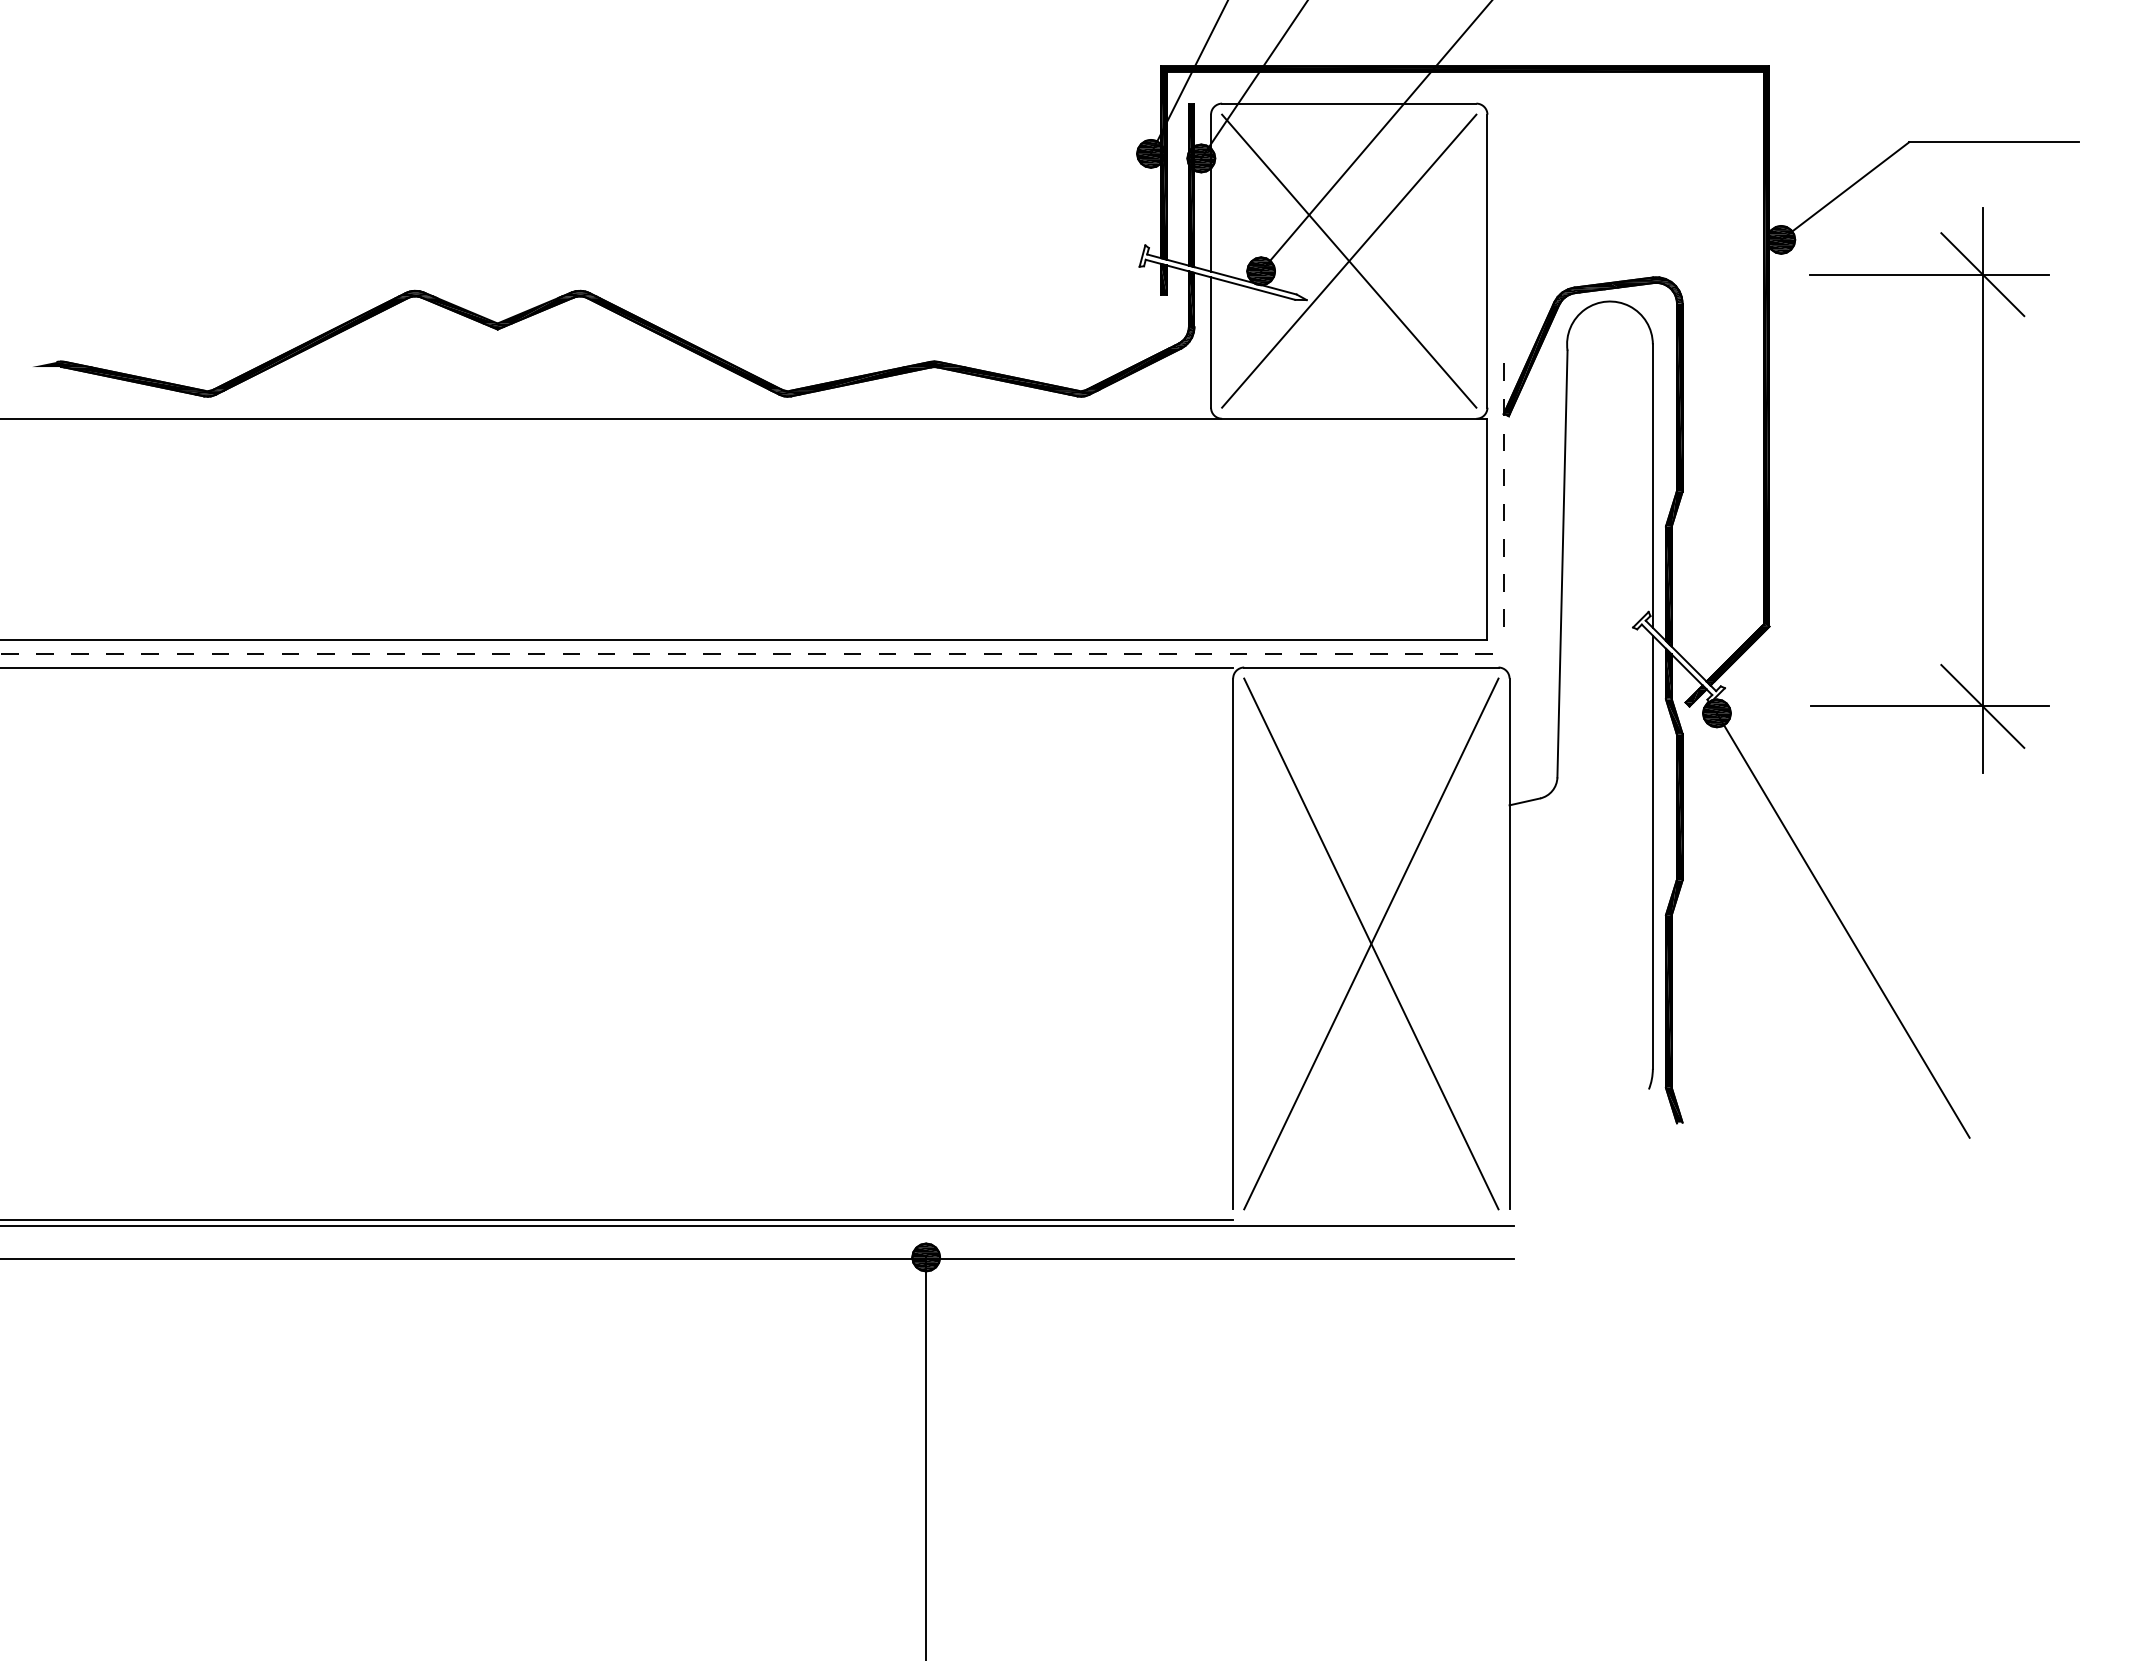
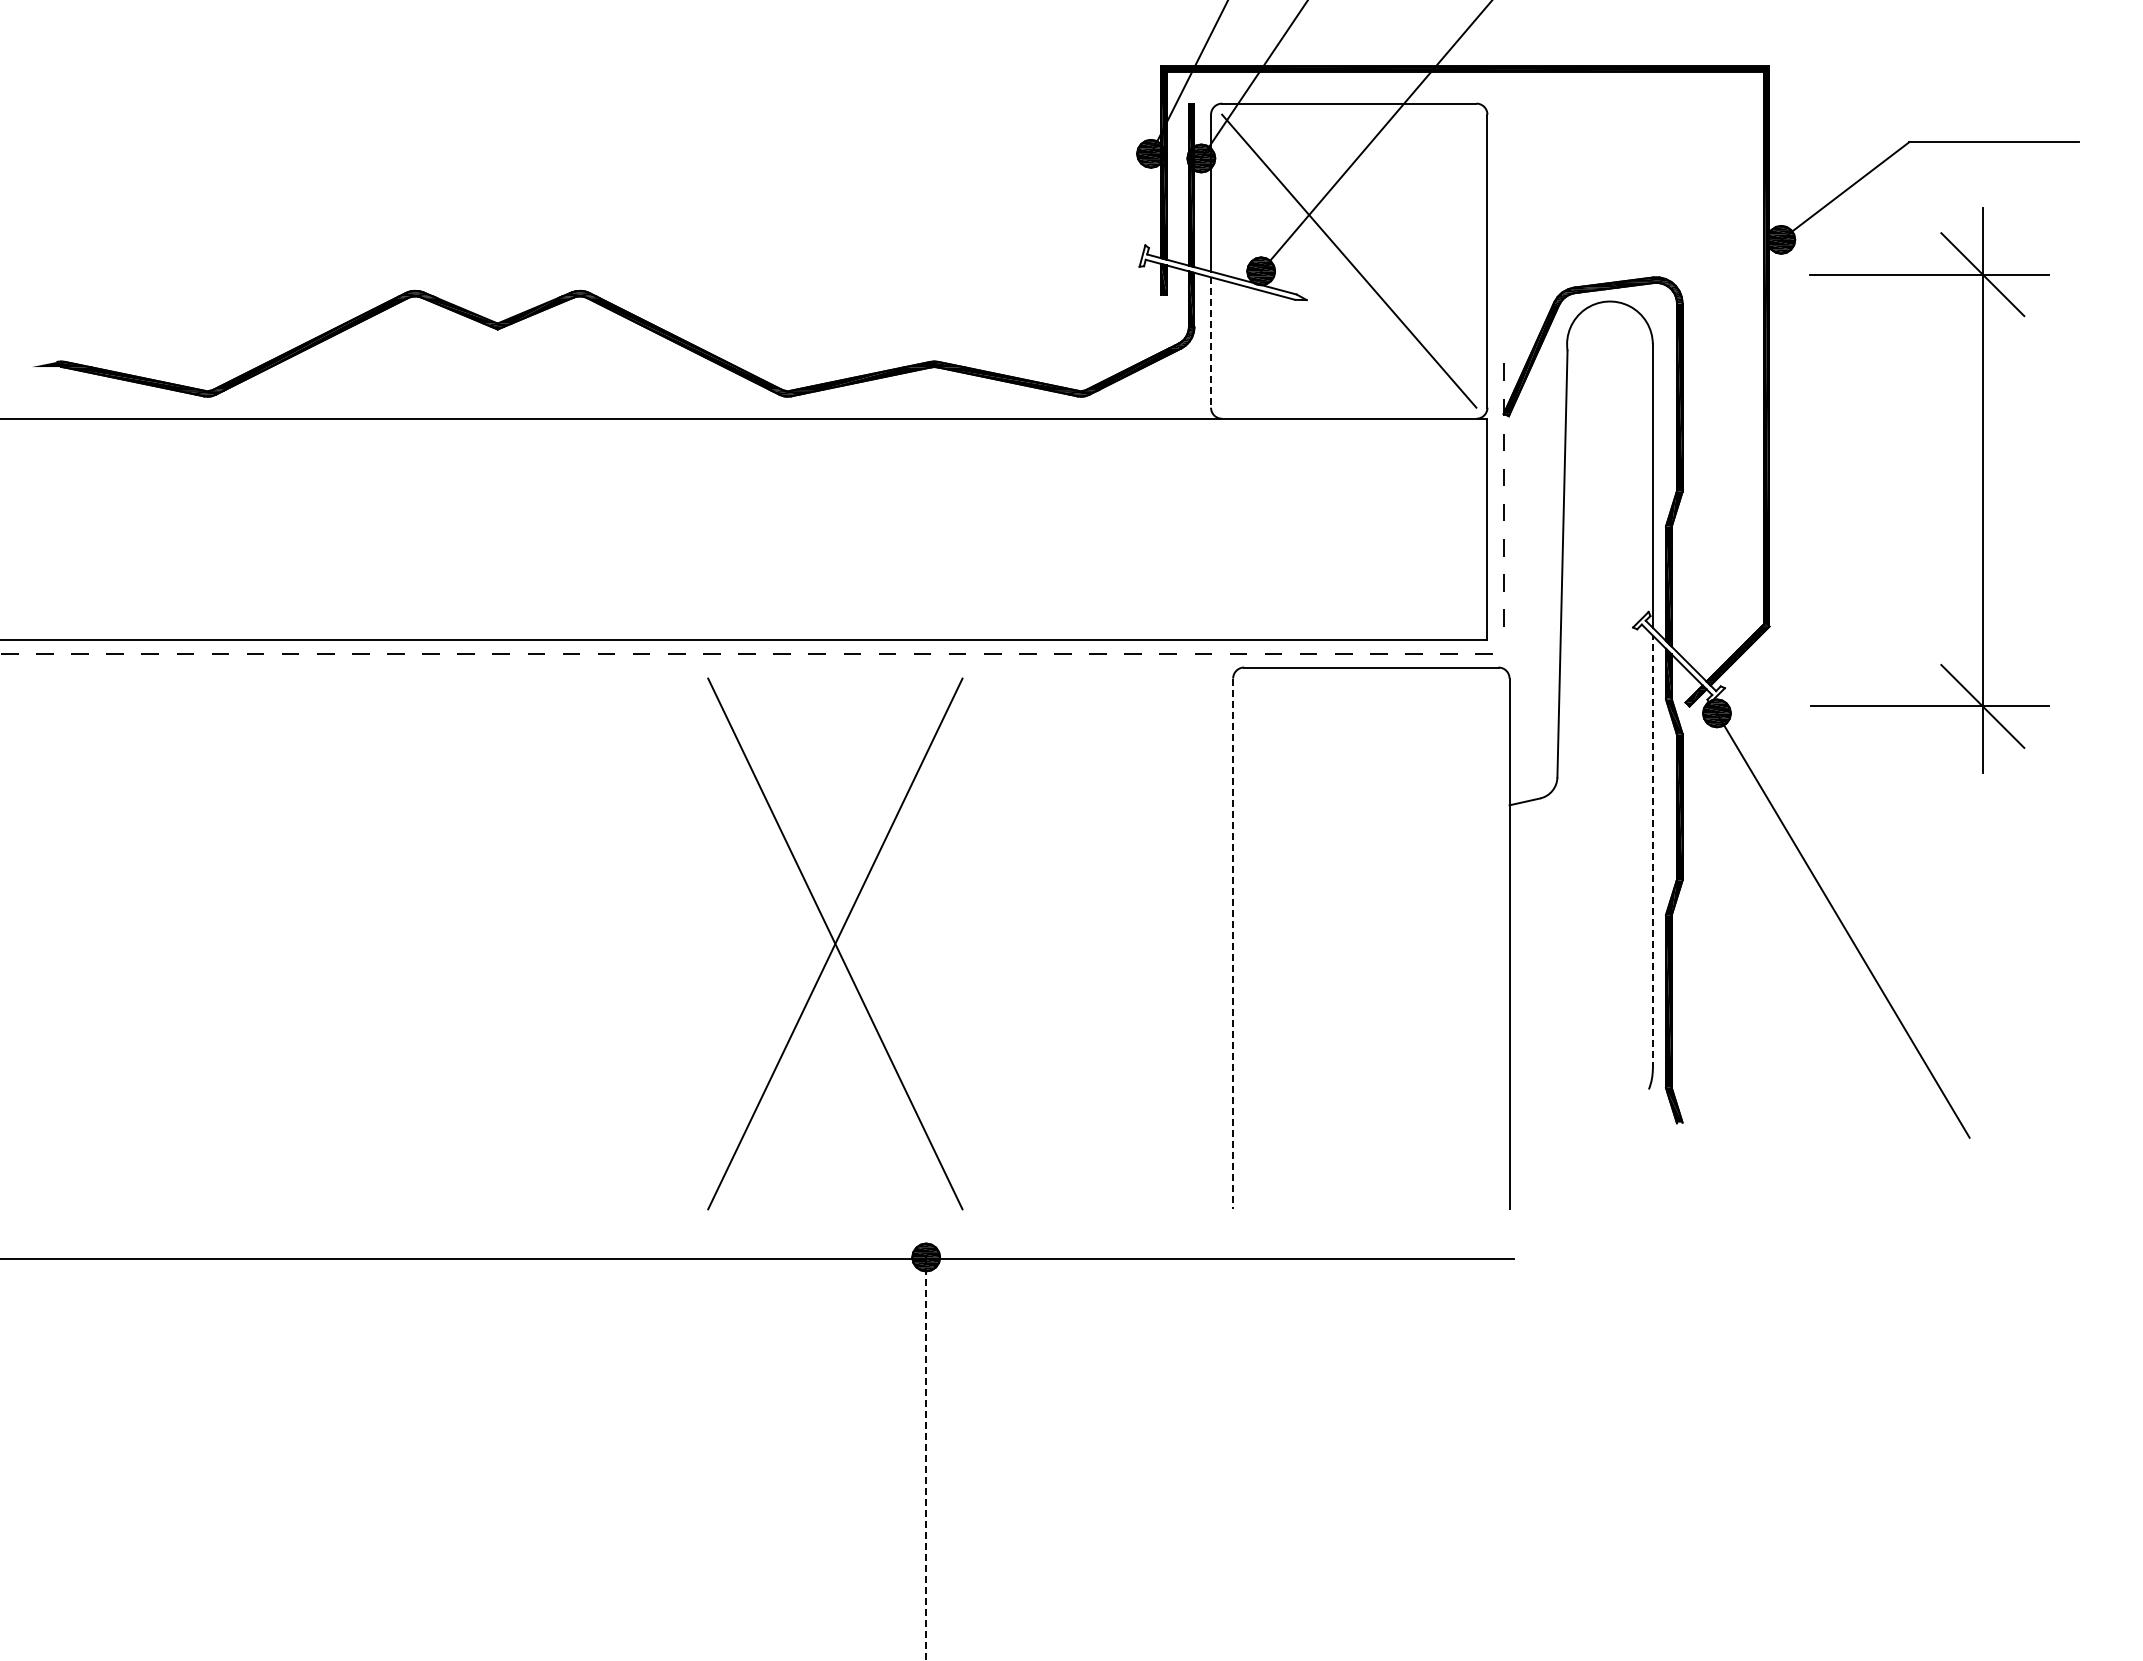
line at (1349, 260): present -> none
line at (1211, 343): solid -> dashed
line at (617, 667): present -> none
line at (1652, 852): solid -> dashed
part at (1371, 943) position: (1371, 943) -> (835, 943)
line at (1233, 944): solid -> dashed
line at (617, 1220): present -> none
line at (757, 1225): present -> none
line at (926, 1459): solid -> dashed
